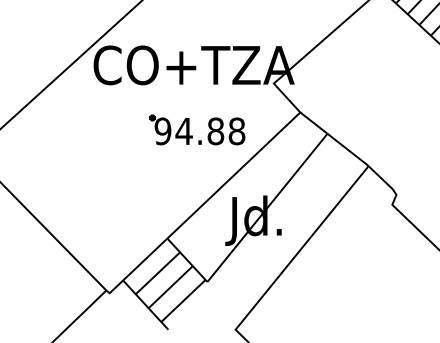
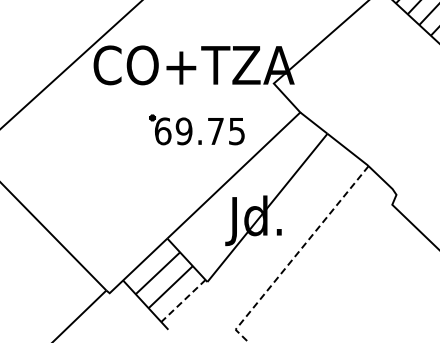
text at (199, 131): 94.88 -> 69.75
line at (296, 255): solid -> dashed
line at (183, 300): solid -> dashed
